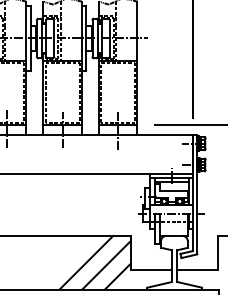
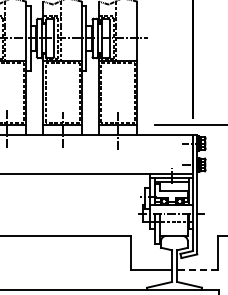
hatch at (94, 262): present -> none
line at (197, 270): solid -> dashed
